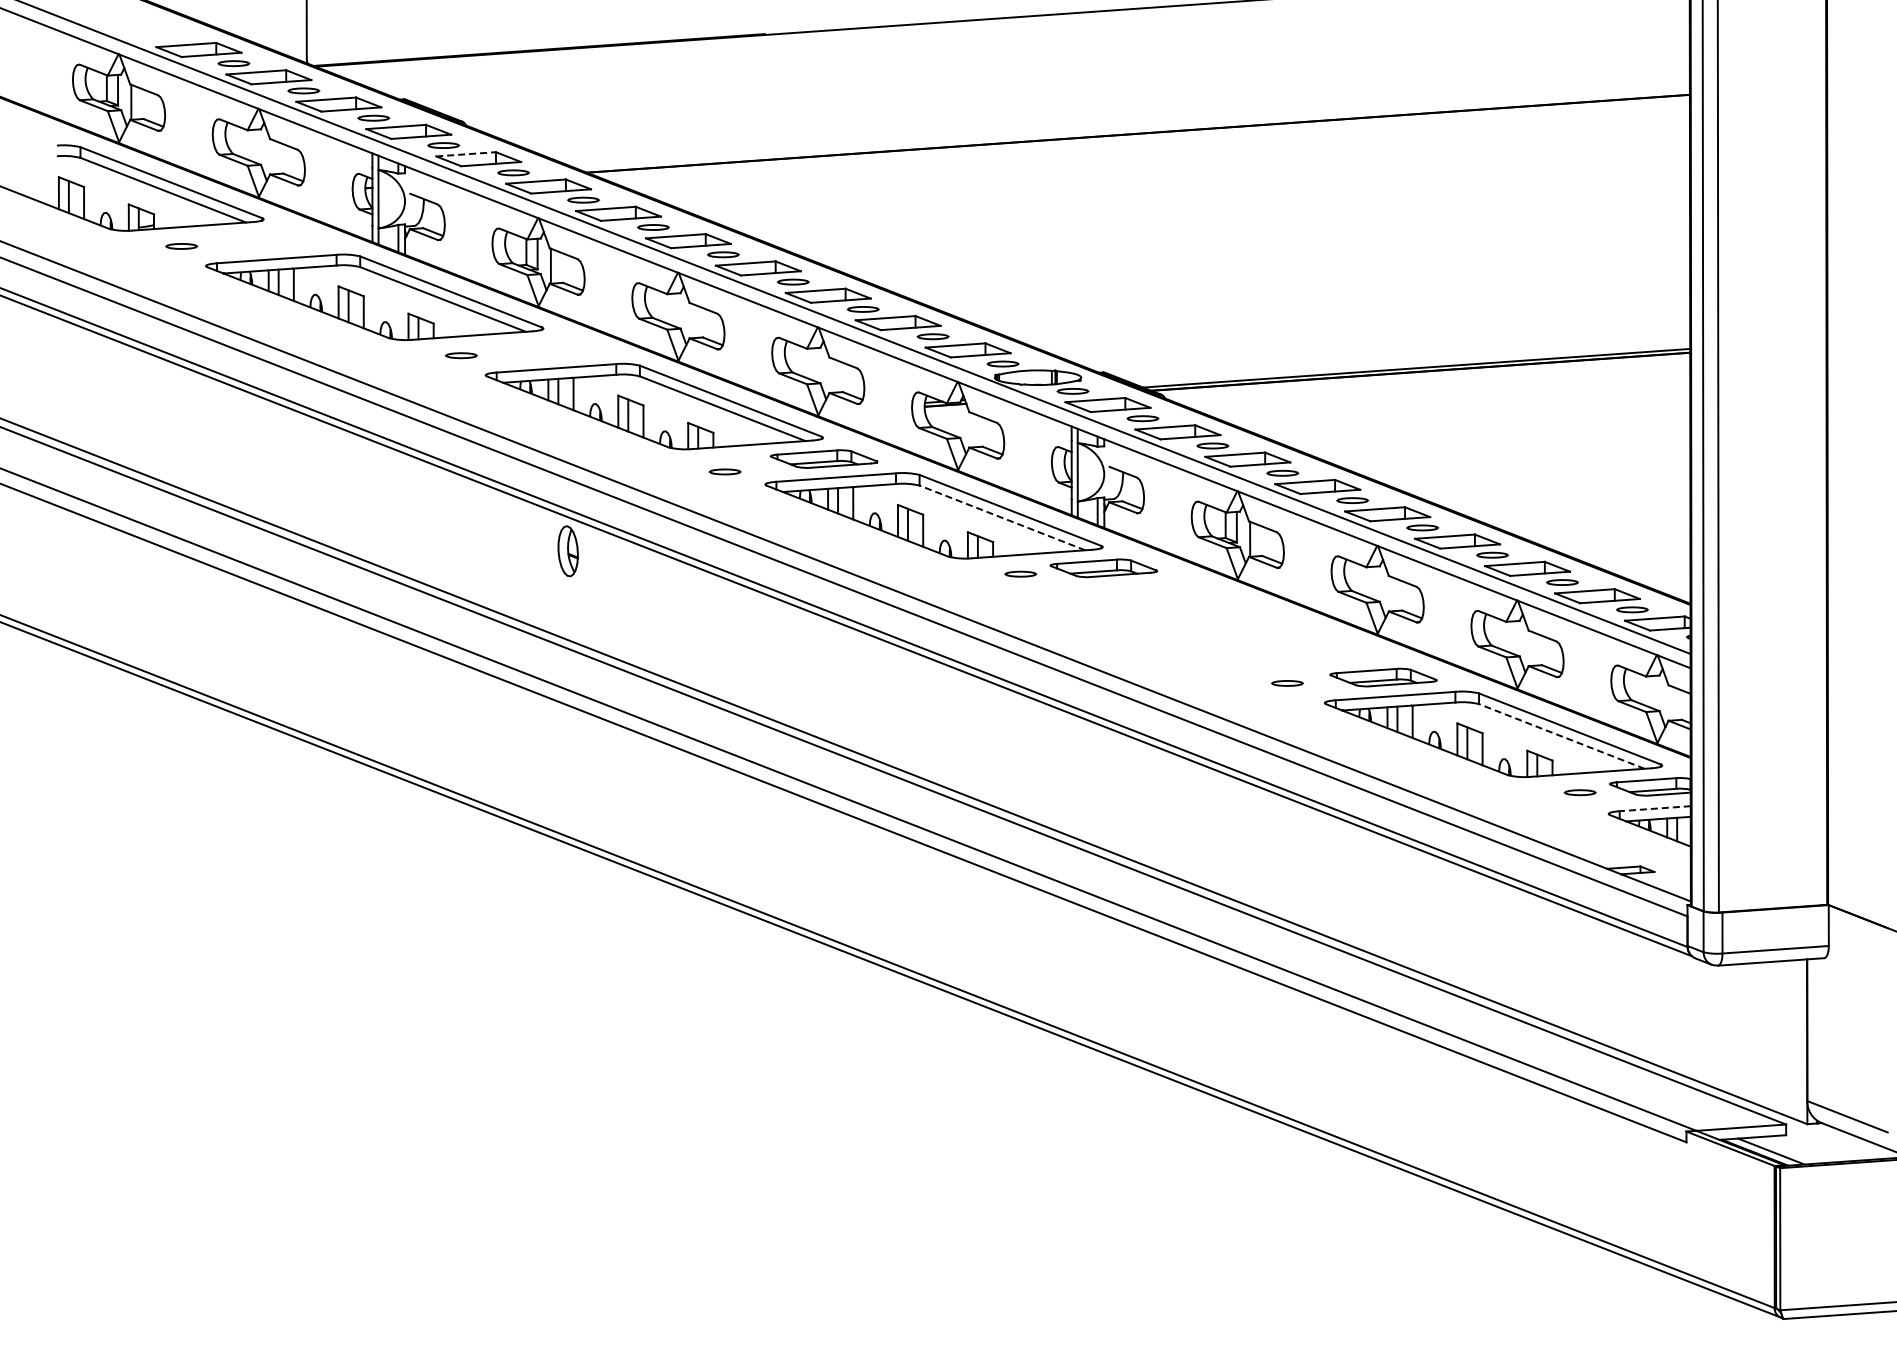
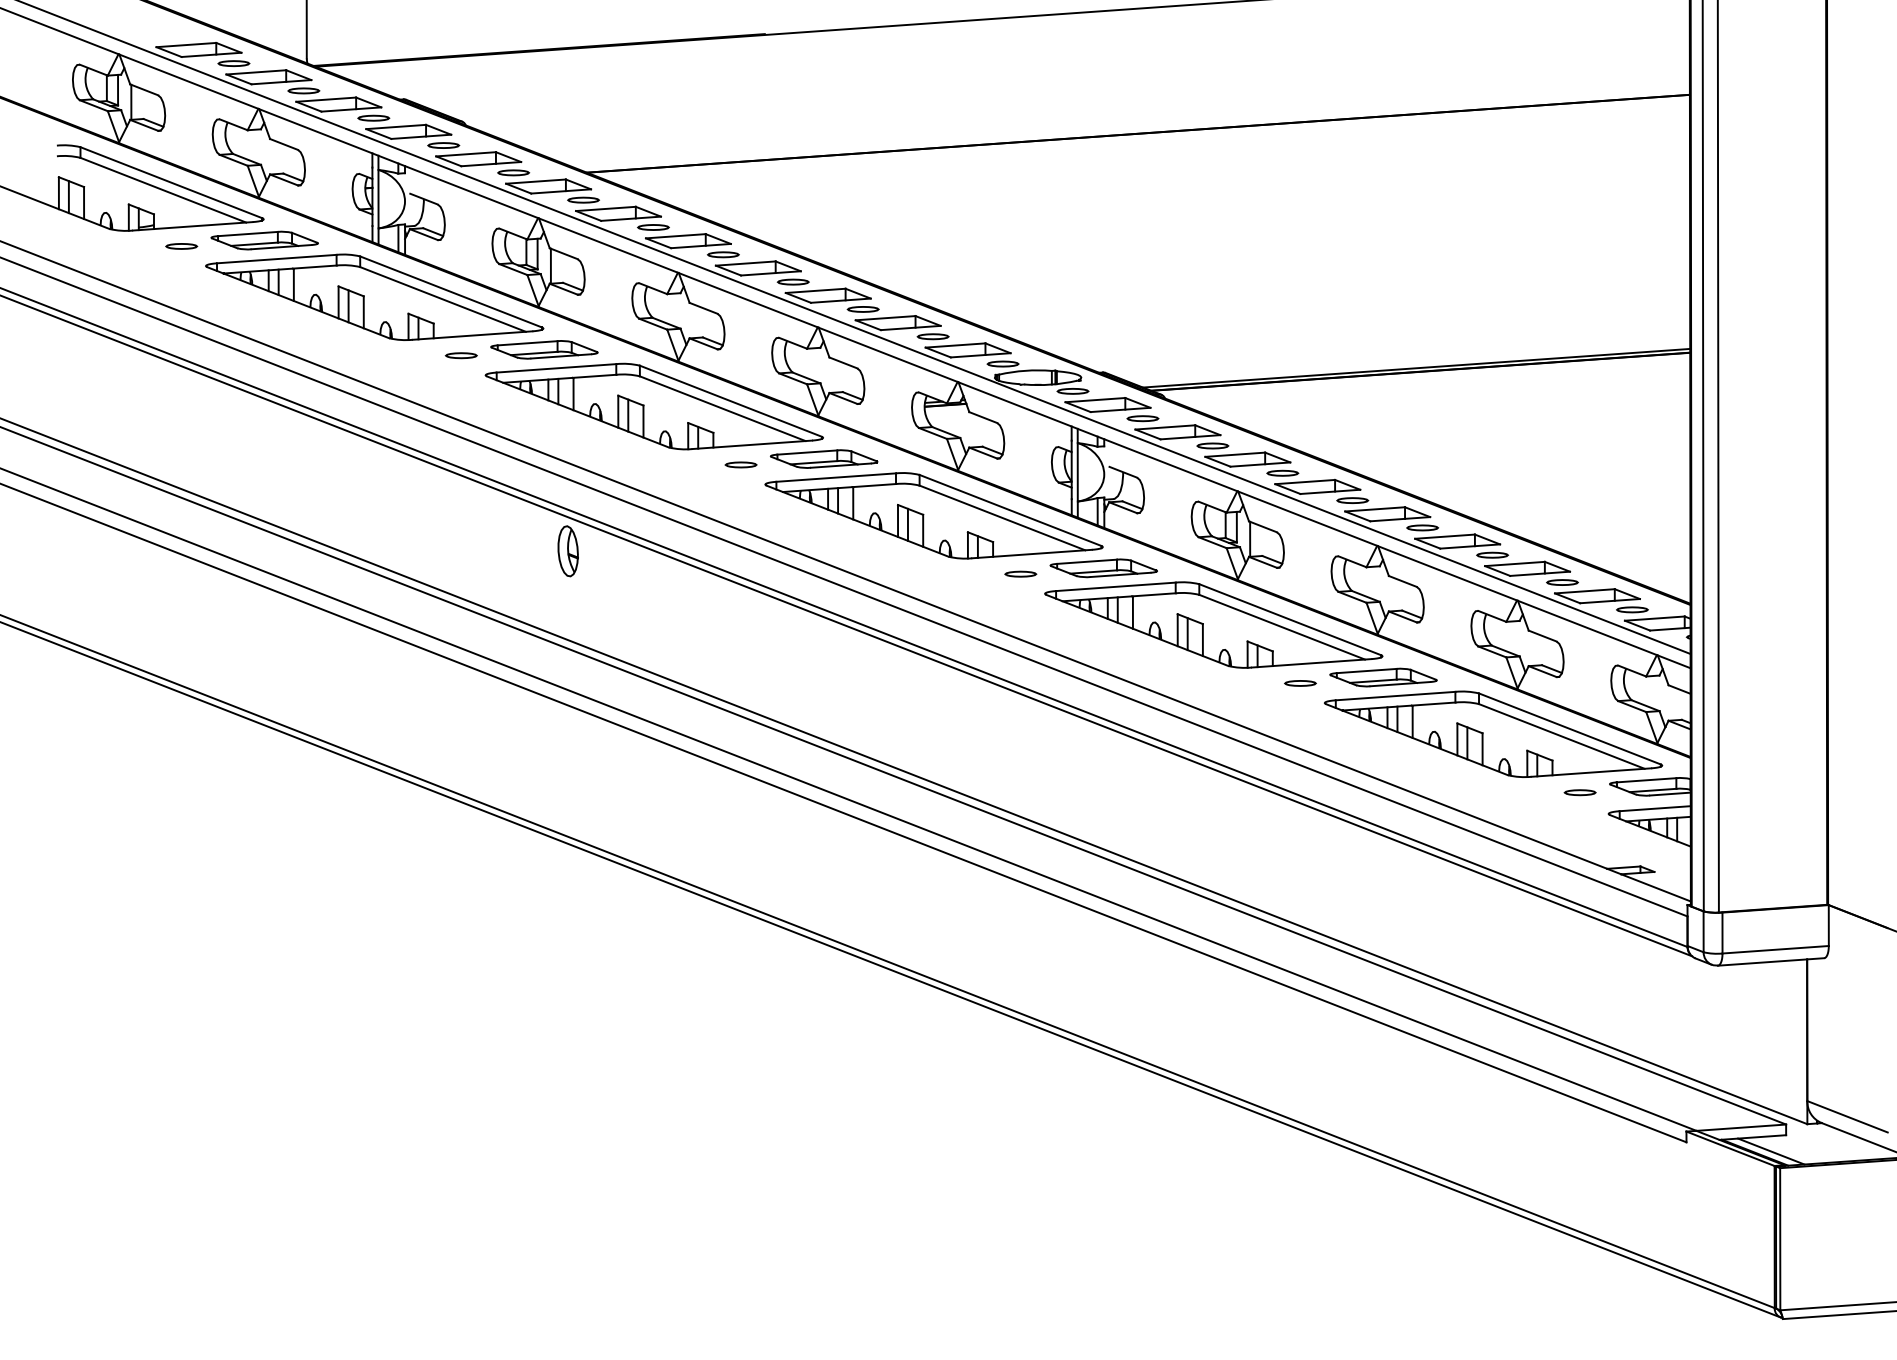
line at (466, 154): dashed -> solid
part at (264, 240): none -> present
part at (544, 349): none -> present
part at (724, 471) position: (724, 471) -> (740, 464)
line at (1002, 517): dashed -> solid
part at (1213, 624): none -> present
part at (1287, 683) position: (1287, 683) -> (1300, 683)
line at (1561, 736): dashed -> solid
line at (1655, 808): dashed -> solid
